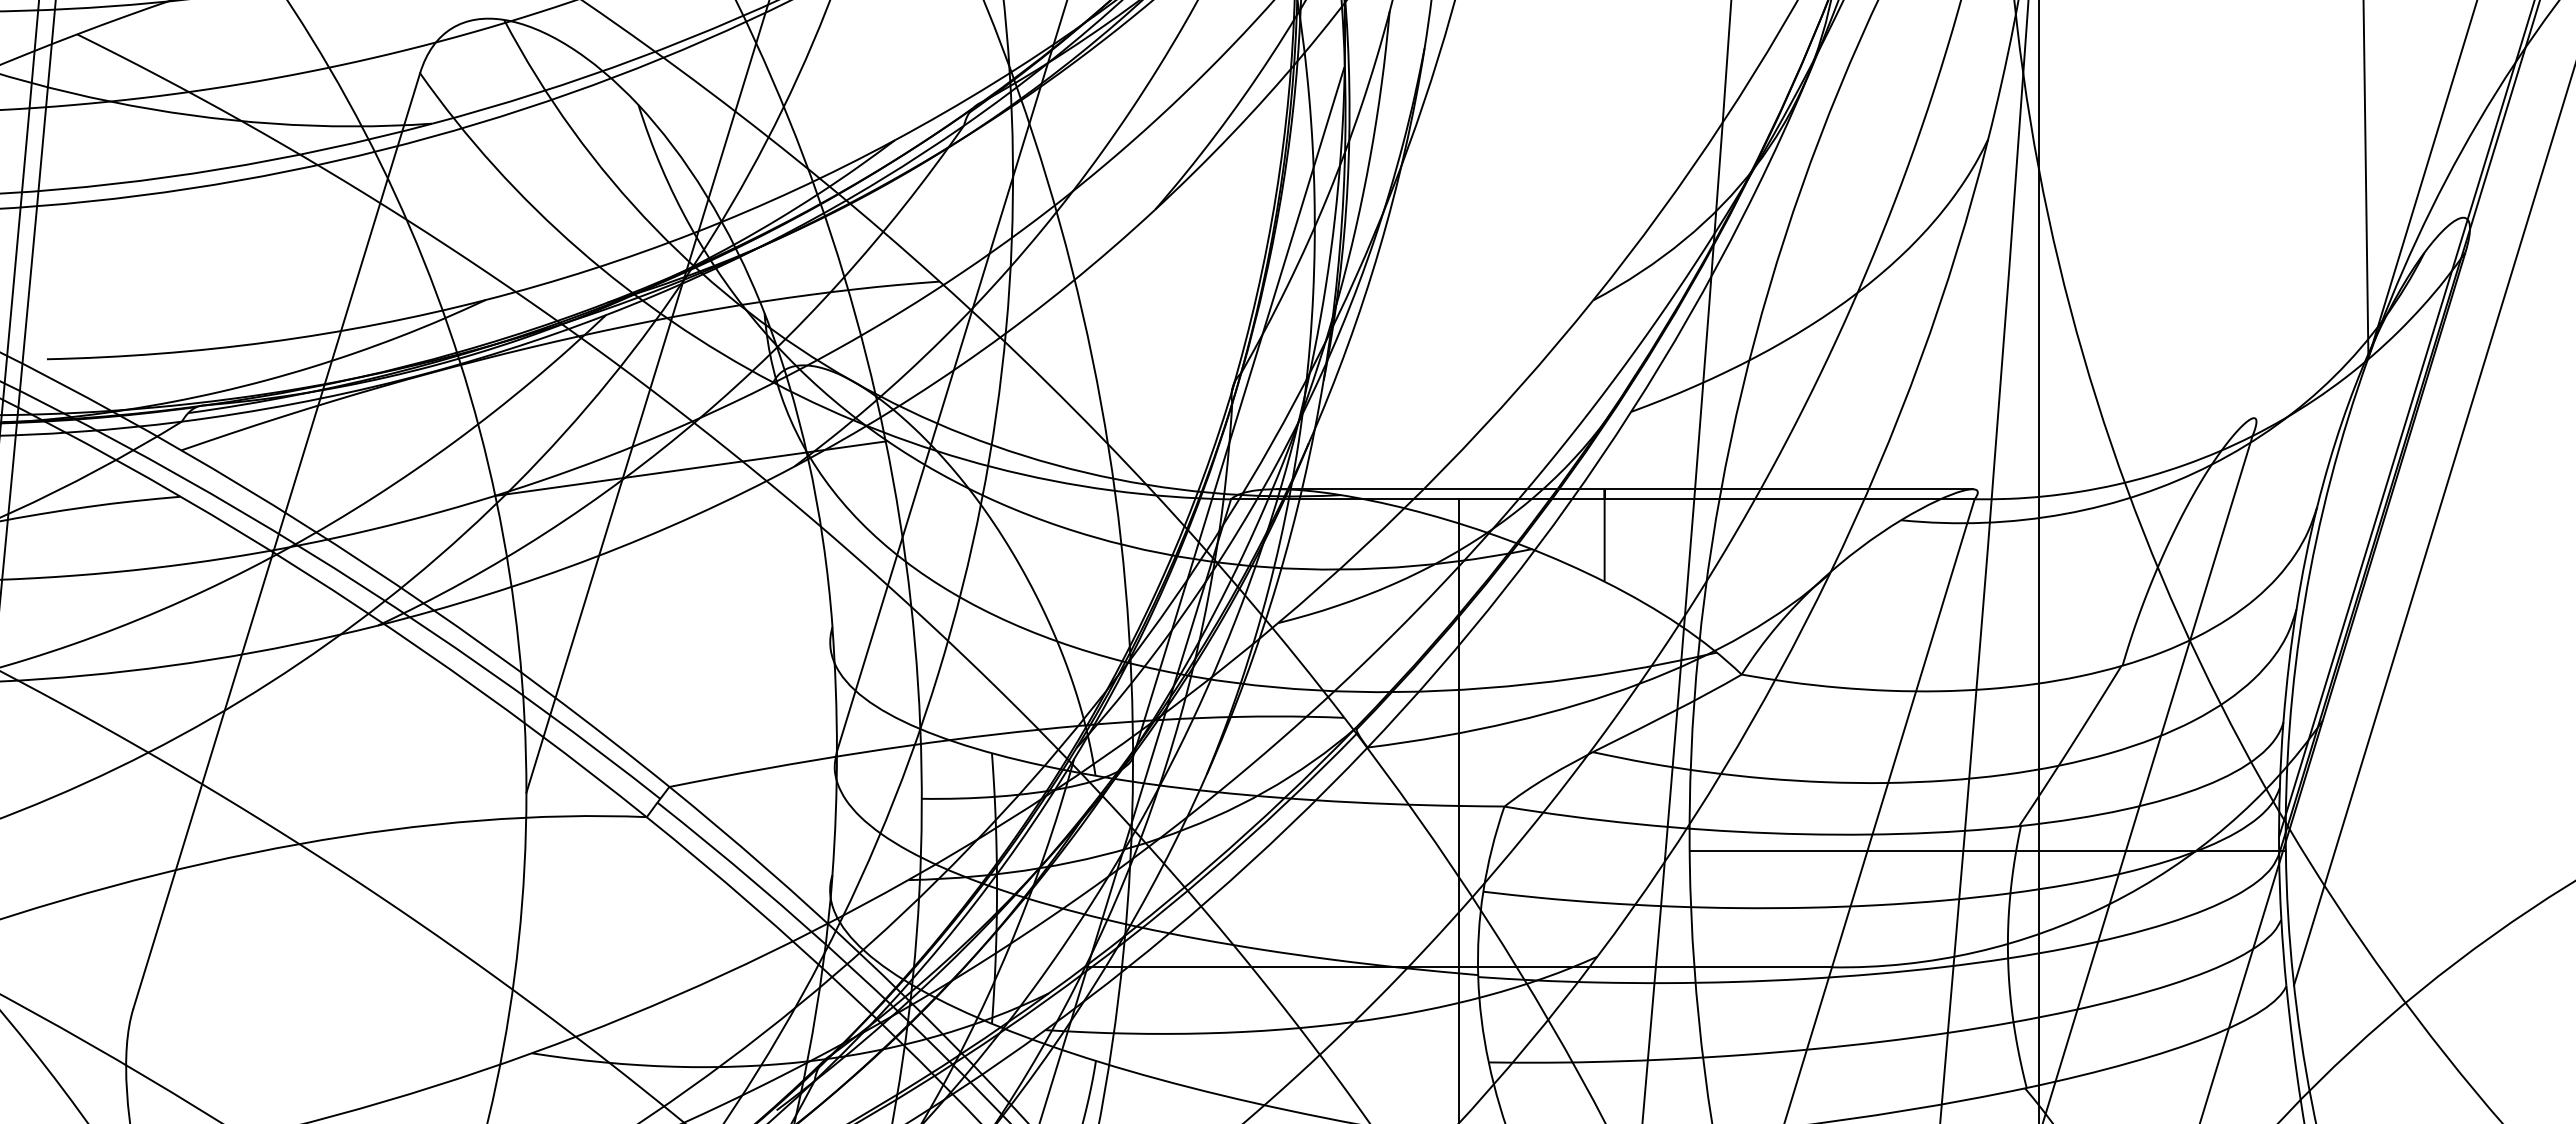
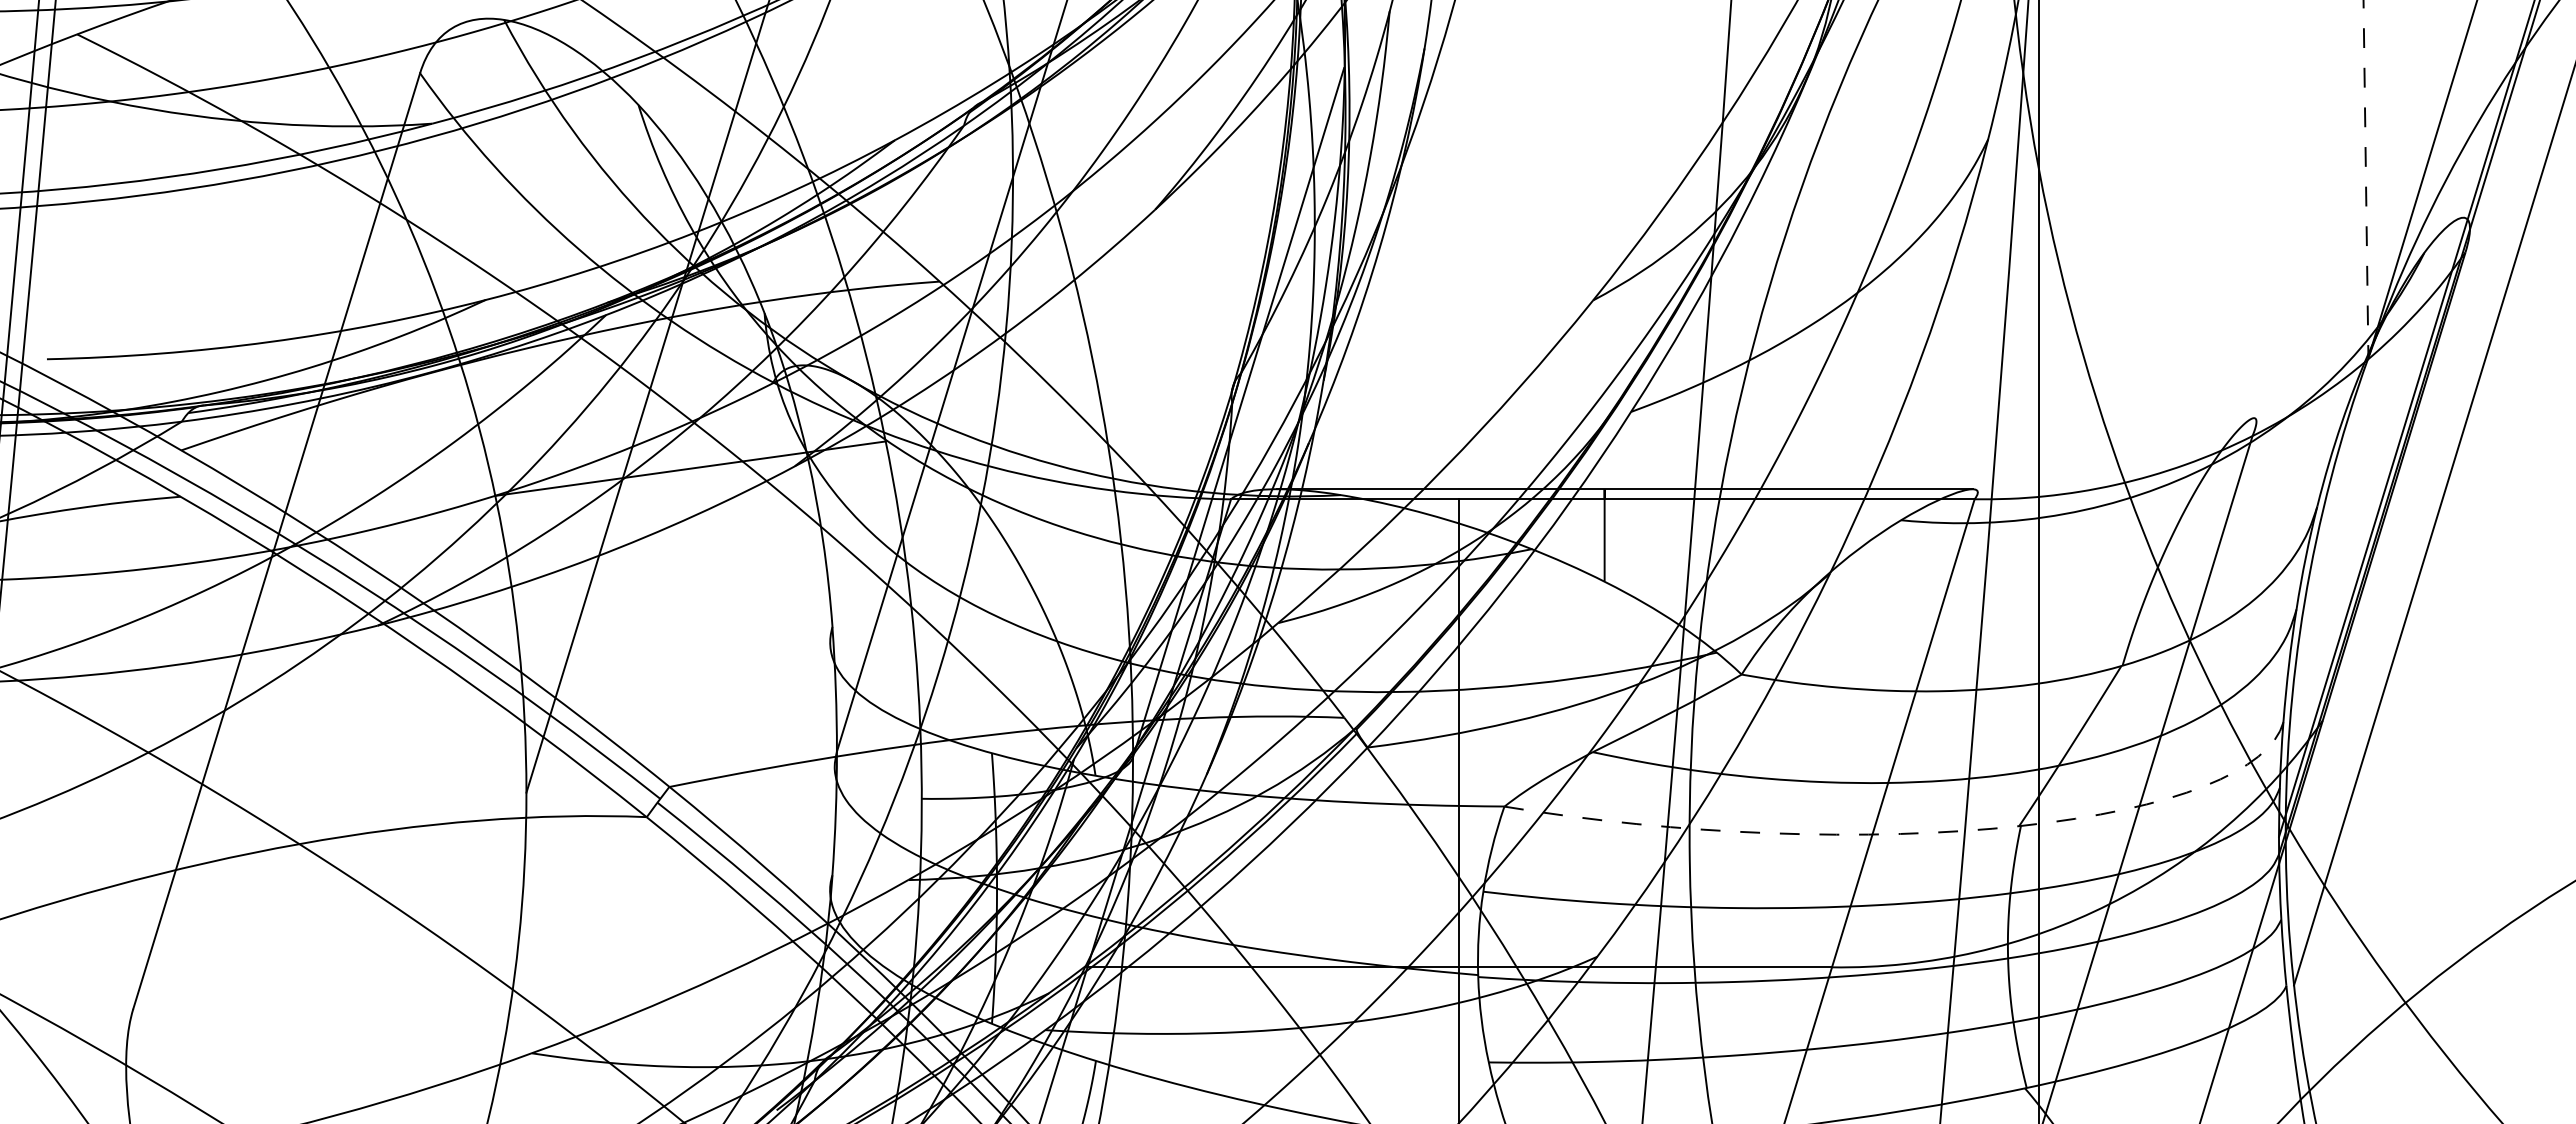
line at (2365, 179): solid -> dashed
arc at (1923, 833): solid -> dashed
line at (1987, 850): present -> none
